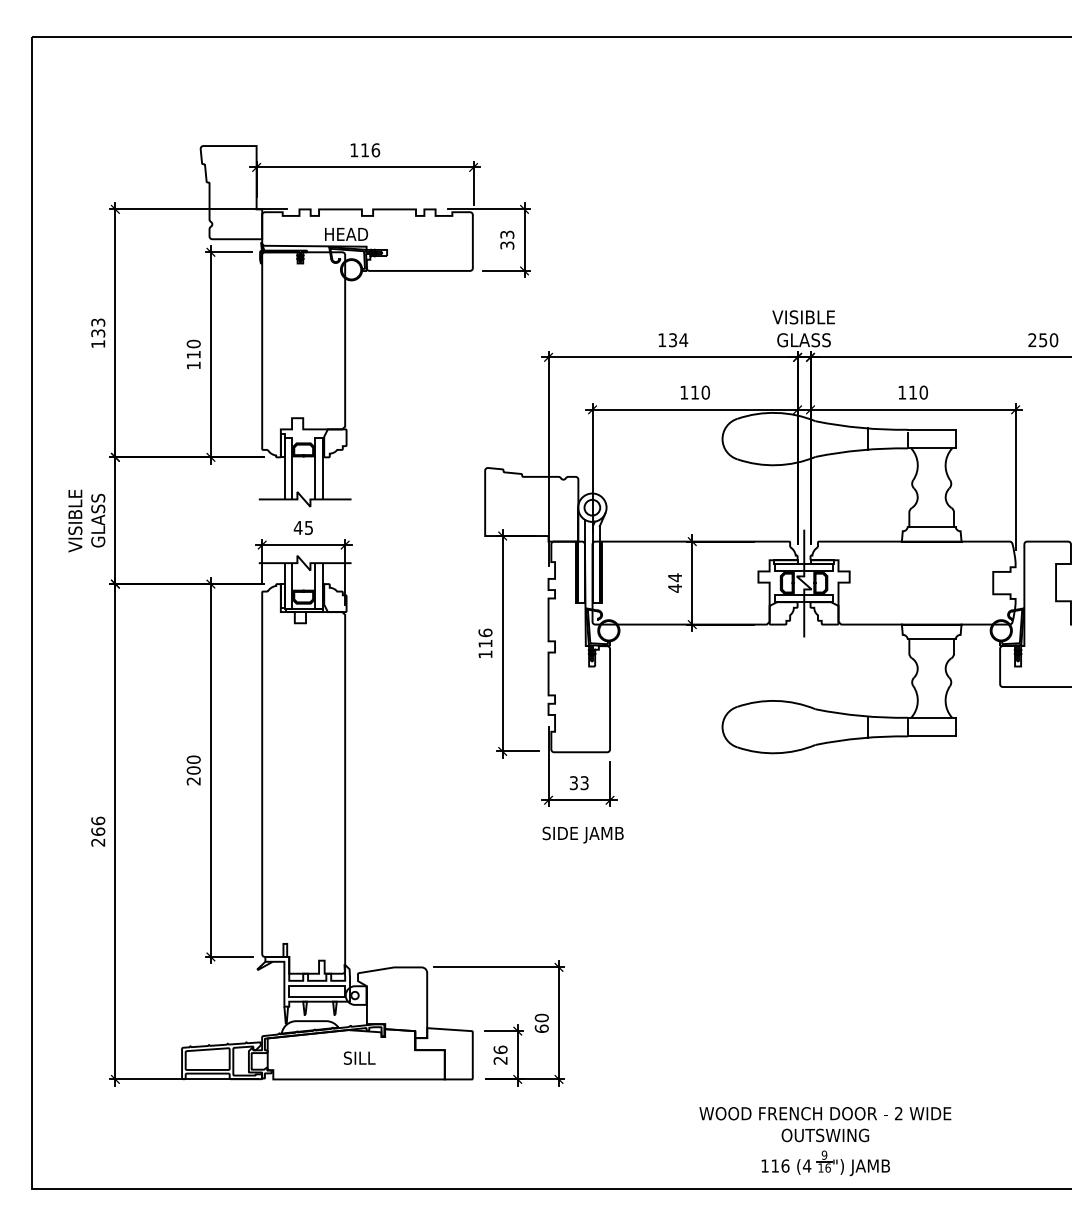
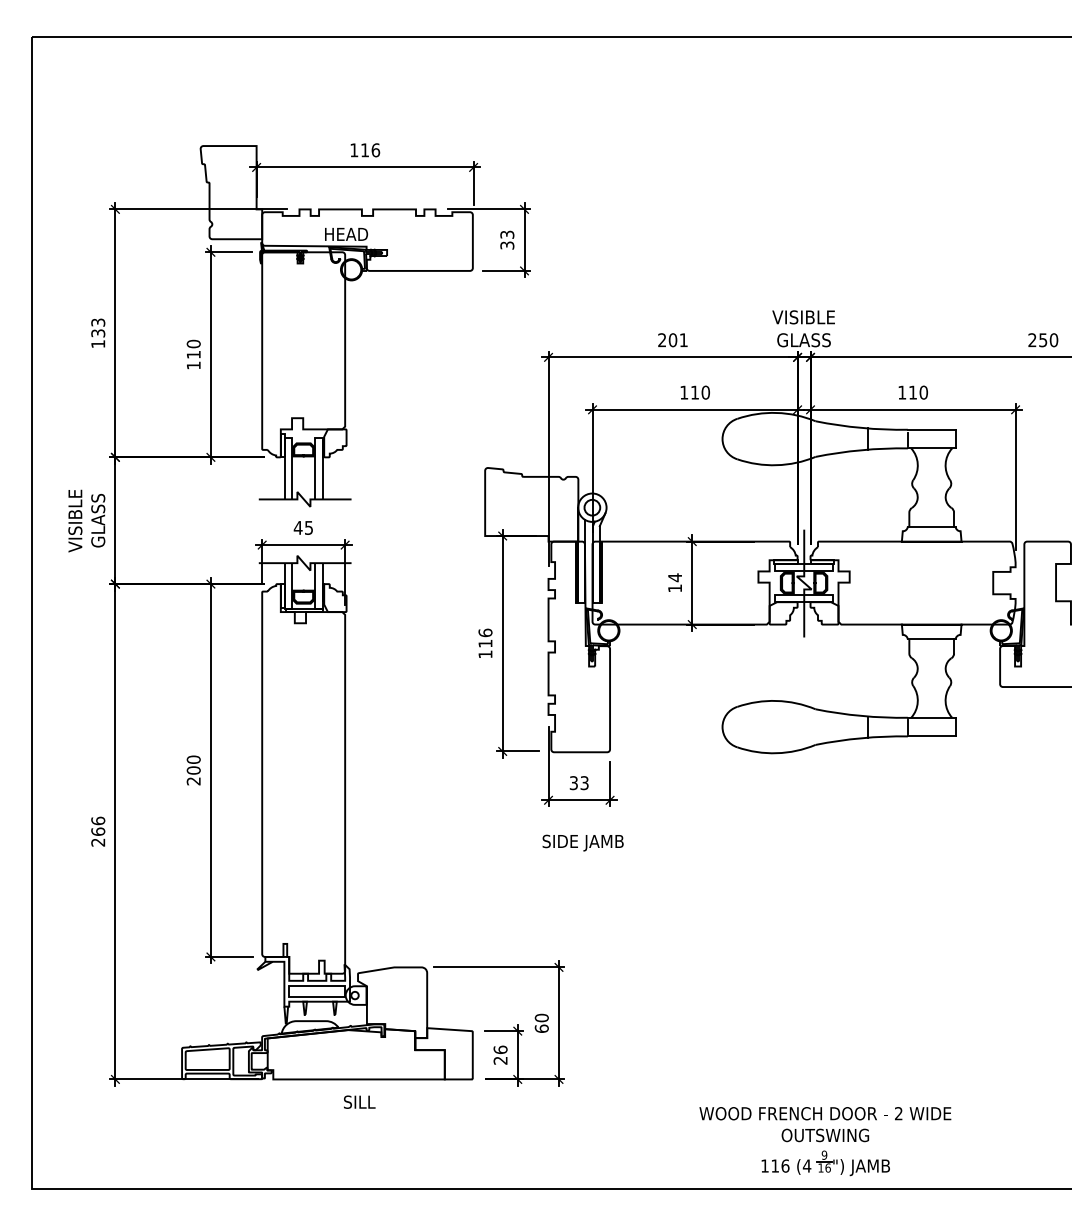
text at (673, 340): 134 -> 201
text at (674, 588): 44 -> 14
text at (582, 834) position: (582, 834) -> (582, 842)
text at (359, 1057) position: (359, 1057) -> (359, 1101)
